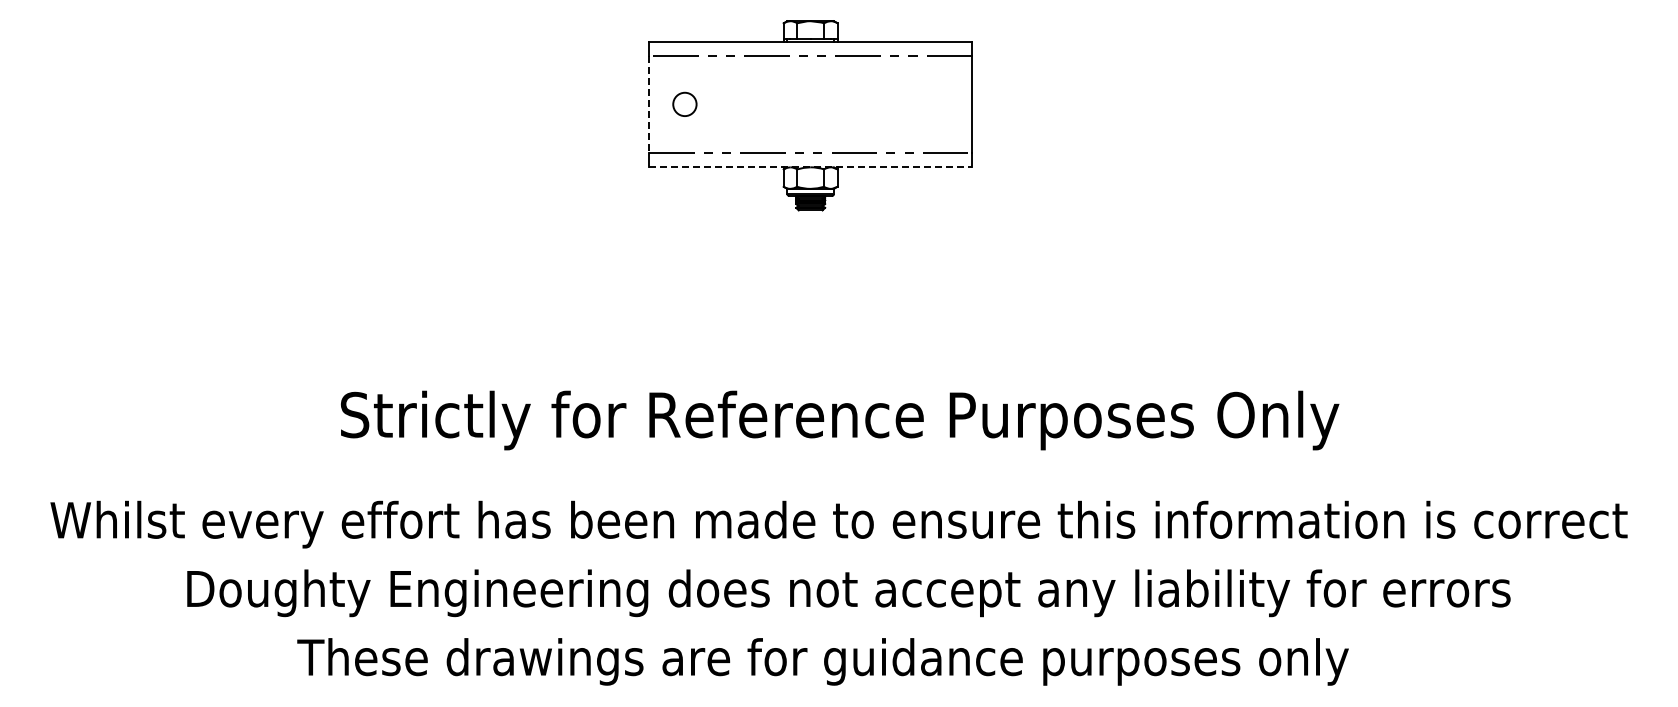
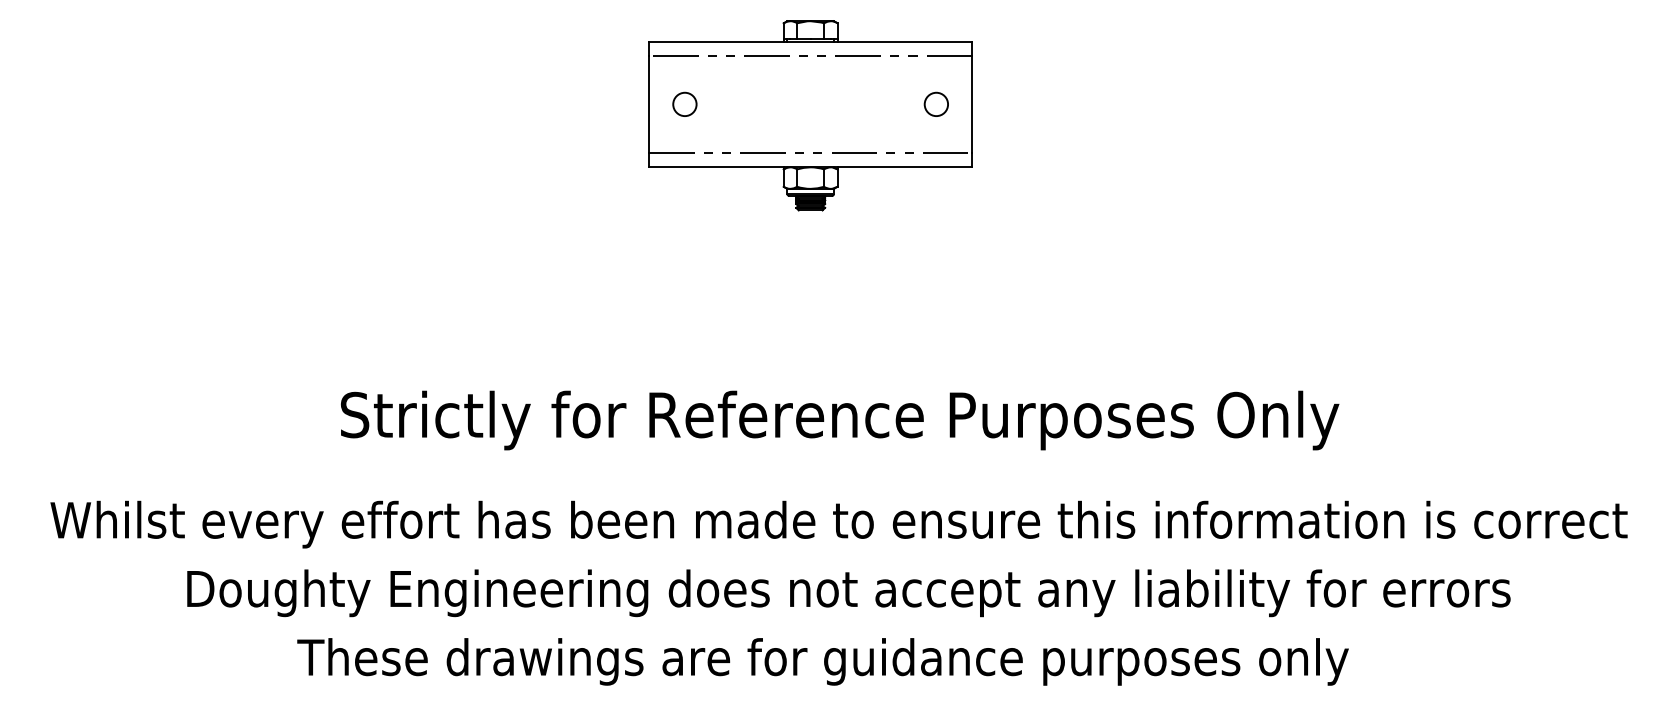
circle at (935, 103): none -> present
line at (649, 104): dashed -> solid
line at (810, 167): dashed -> solid
